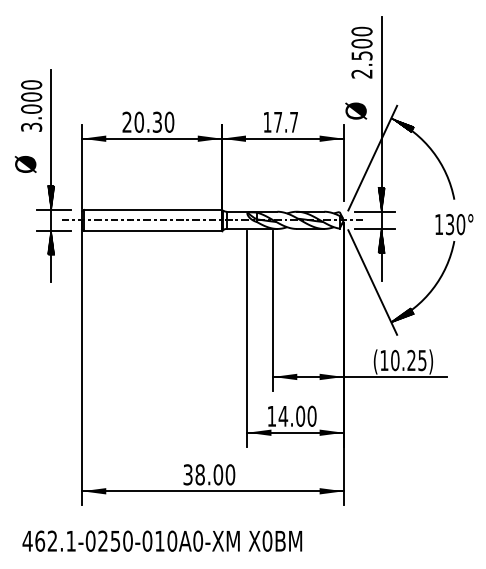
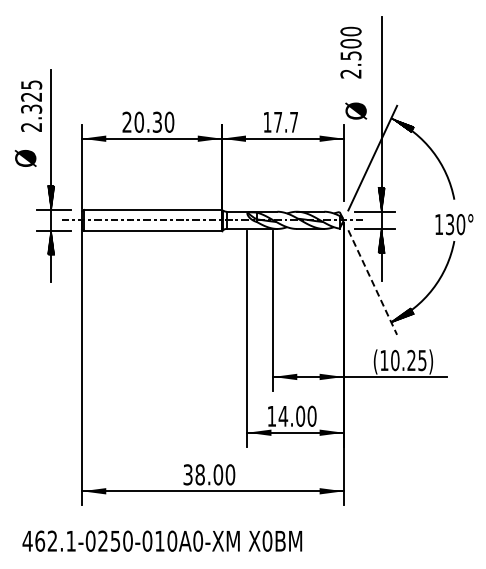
text at (361, 52) position: (361, 52) -> (350, 52)
text at (31, 105): 3.000 -> 2.325
text at (25, 164) position: (25, 164) -> (25, 158)
line at (372, 282): solid -> dashed
